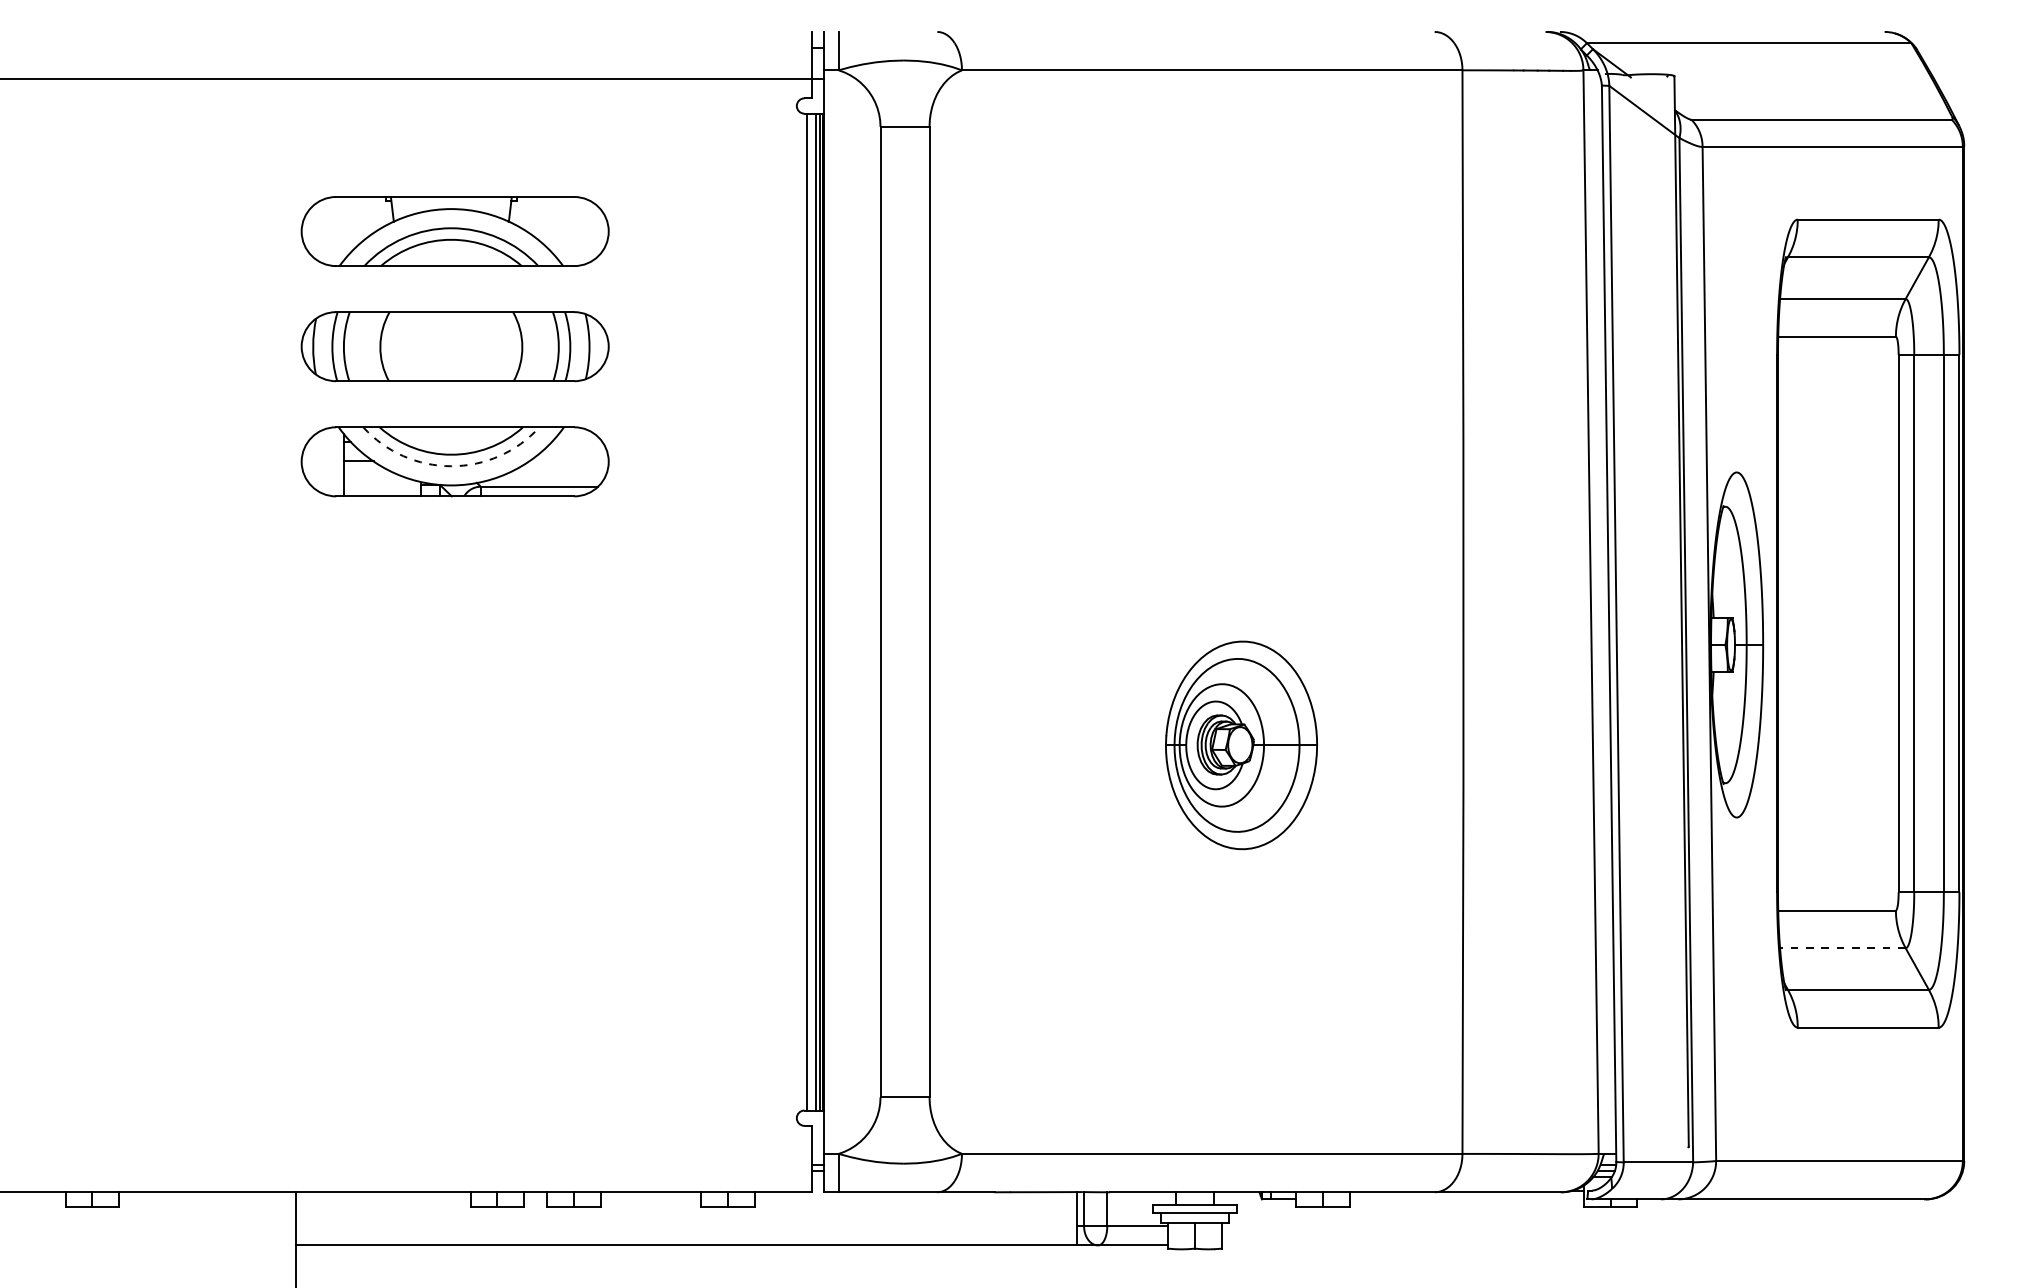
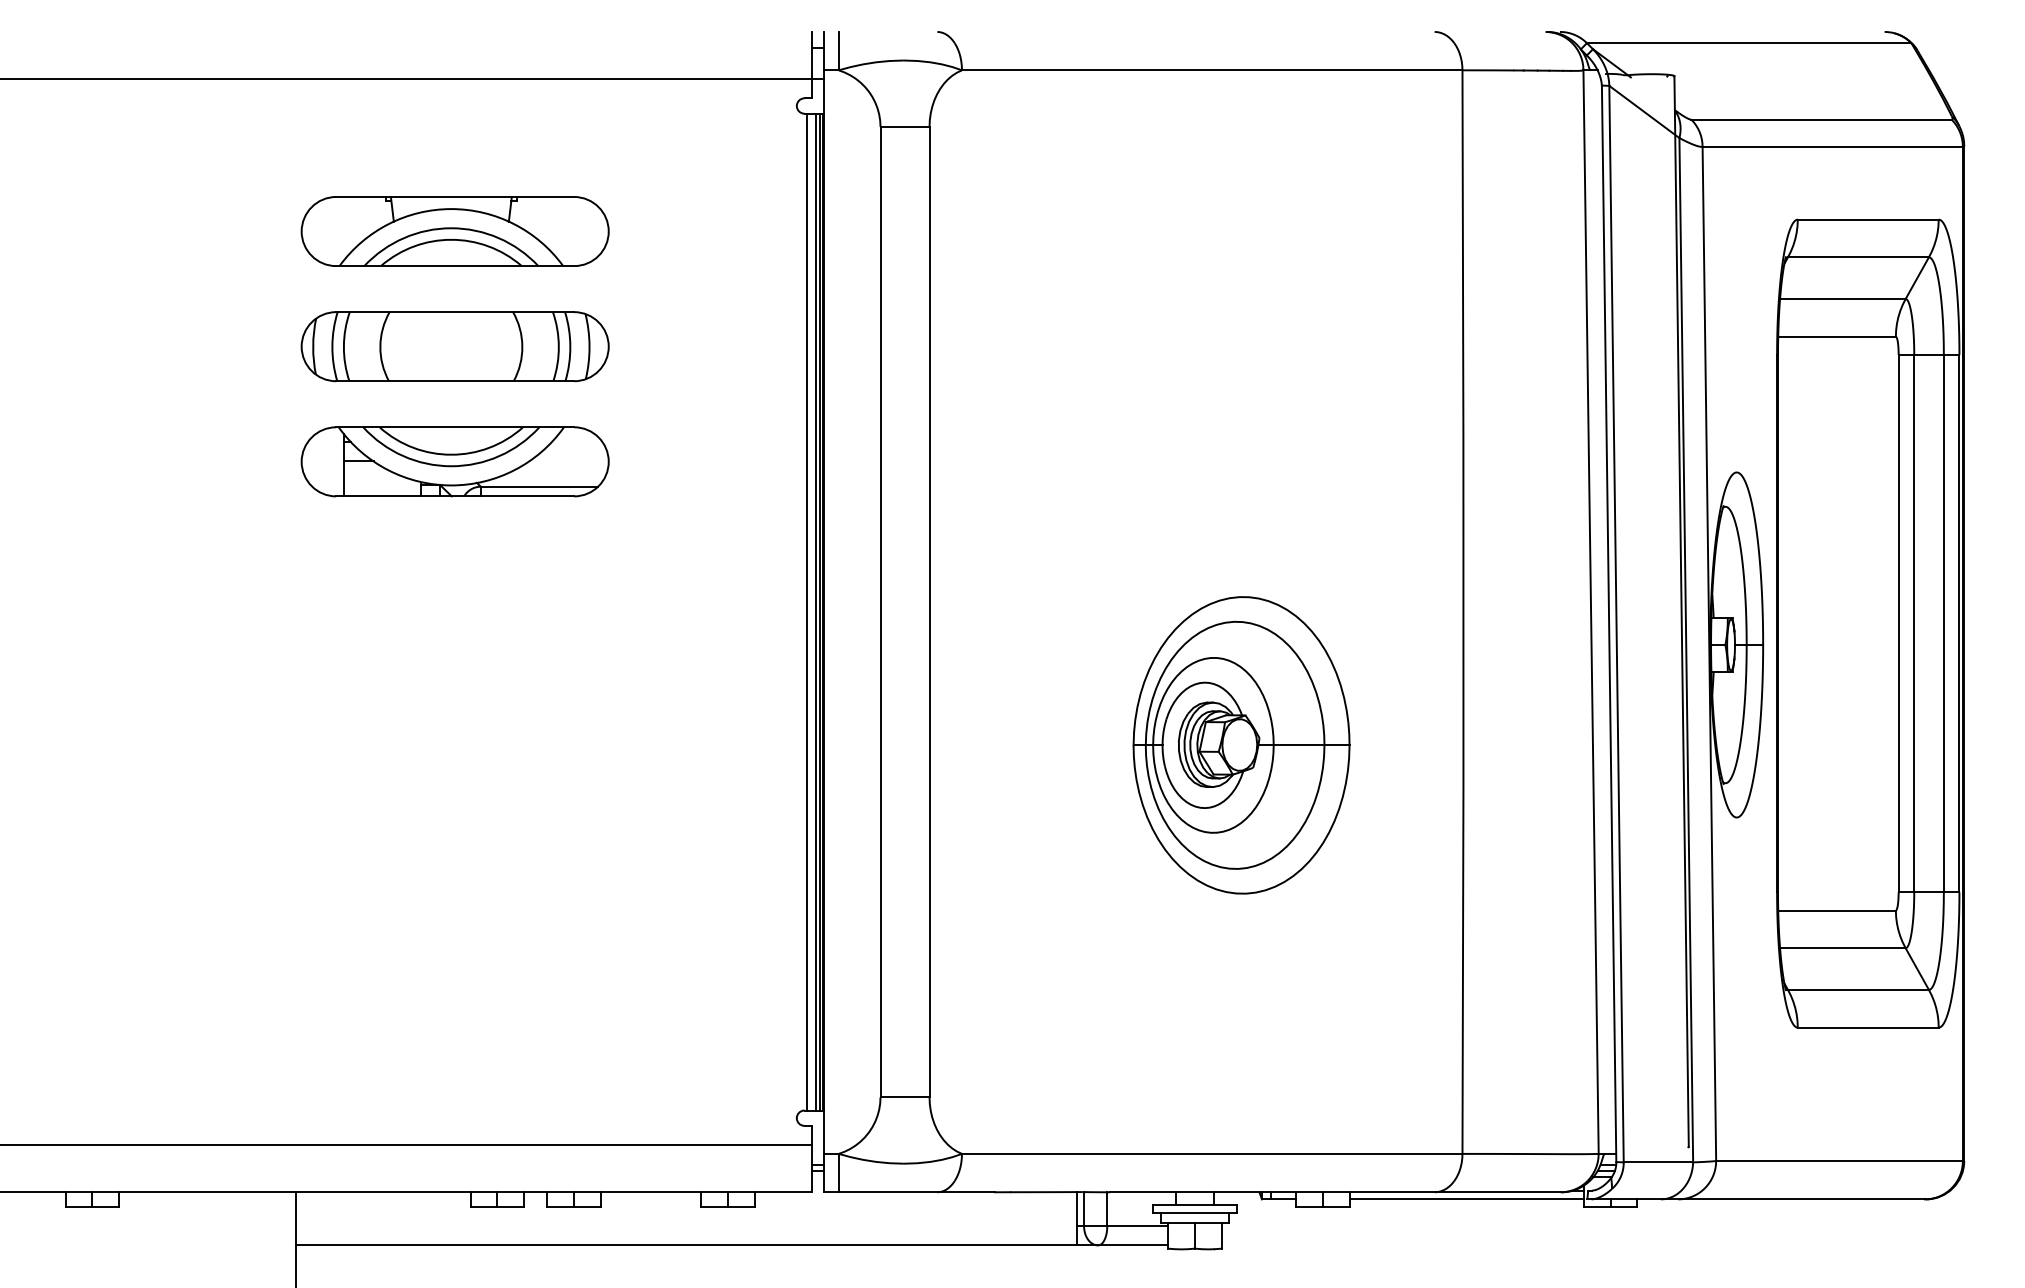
arc at (451, 466): dashed -> solid
part at (1241, 745) size: 153x211 px -> 219x299 px
line at (1842, 948): dashed -> solid
line at (407, 1145): none -> present
line at (1466, 1199): none -> present
